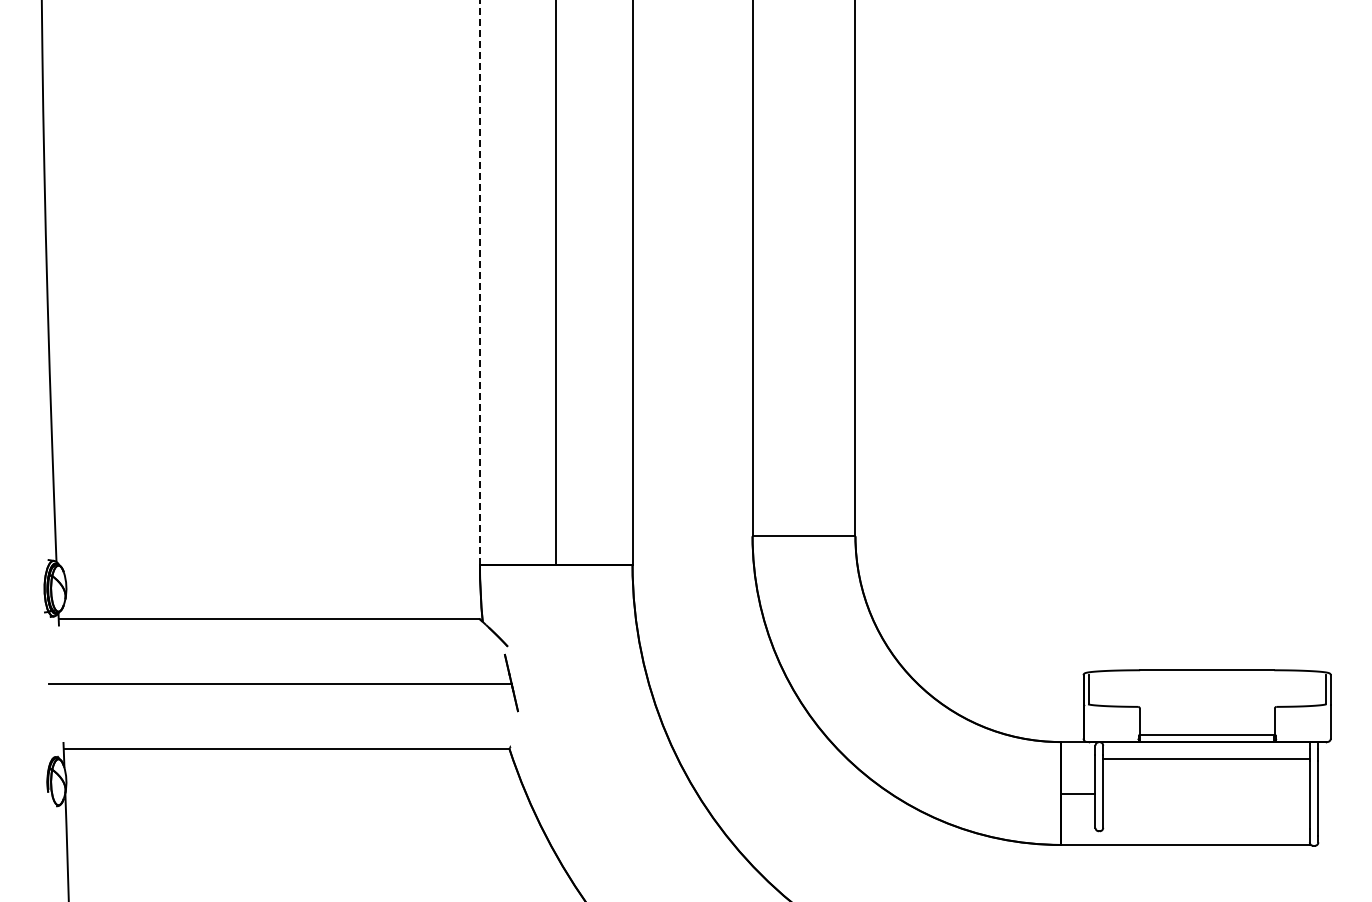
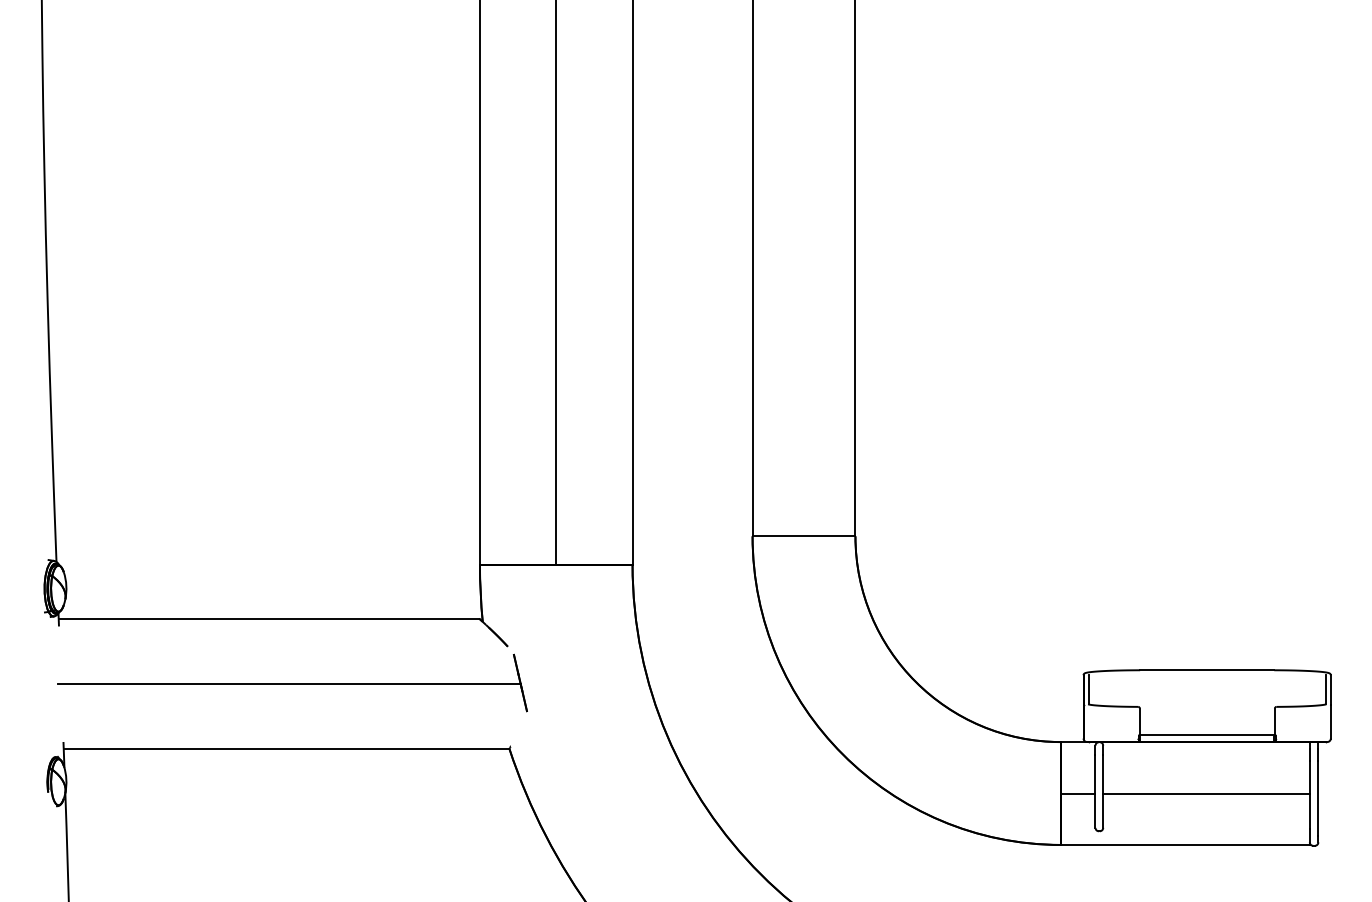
line at (479, 282): dashed -> solid
part at (283, 682) position: (283, 682) -> (292, 682)
line at (1206, 758) position: (1206, 758) -> (1206, 793)
